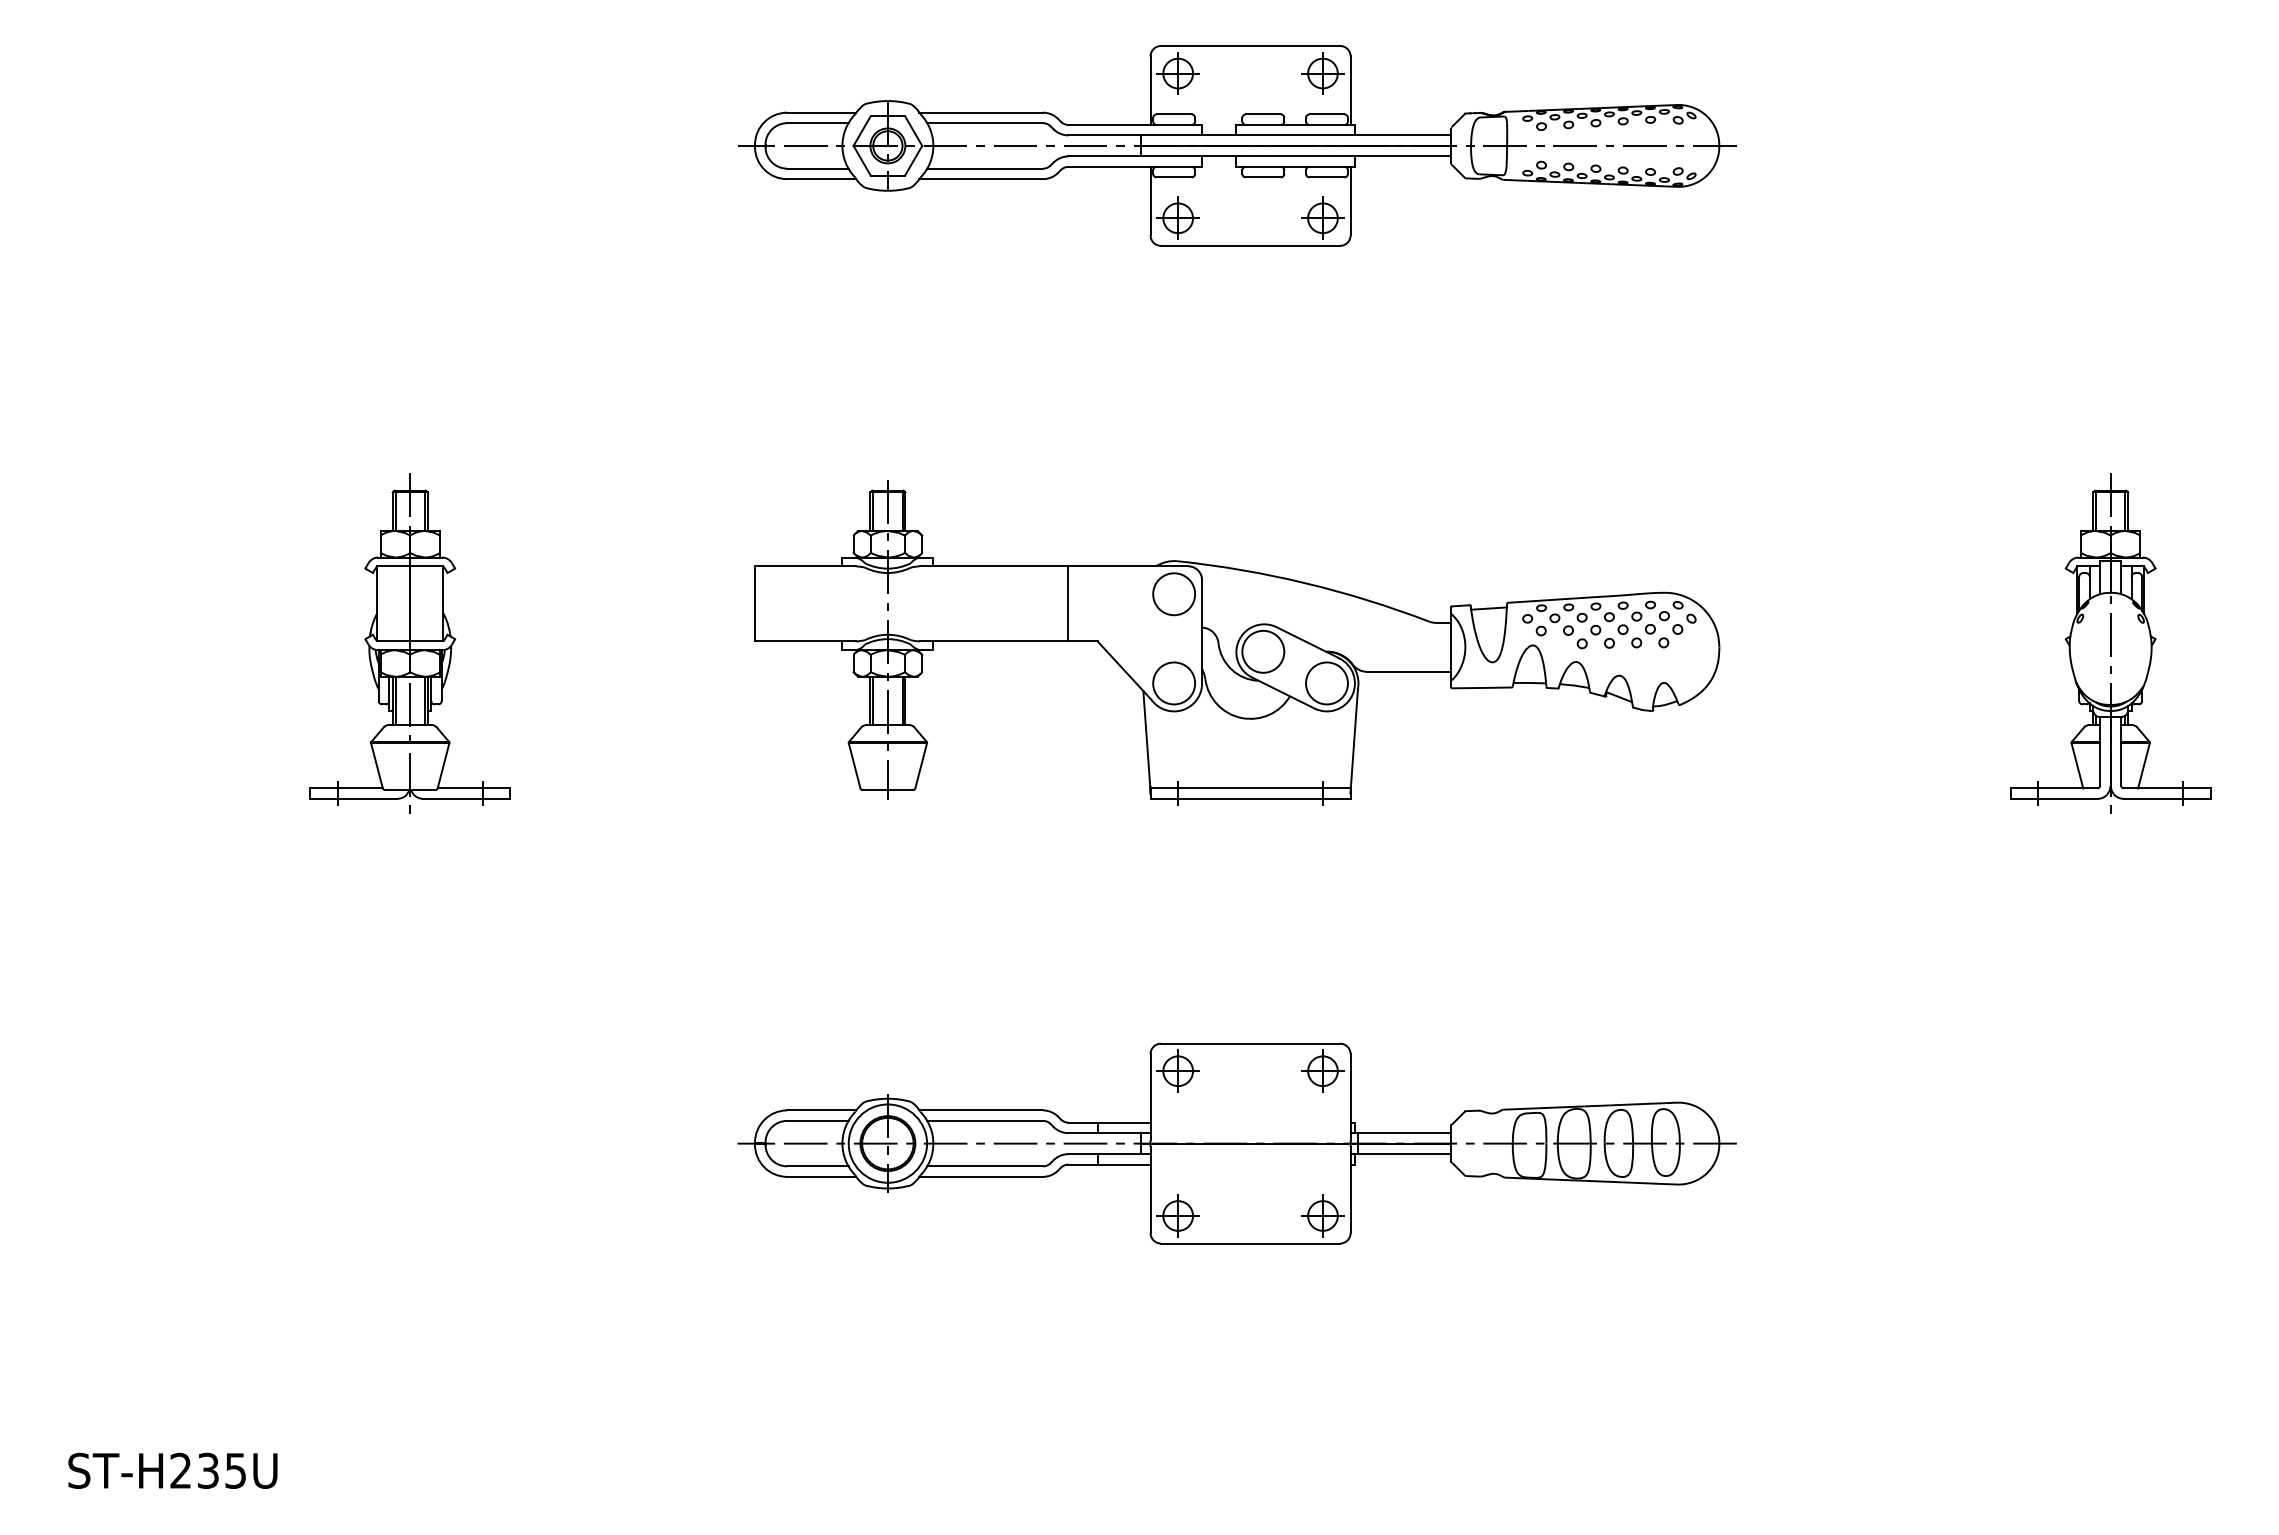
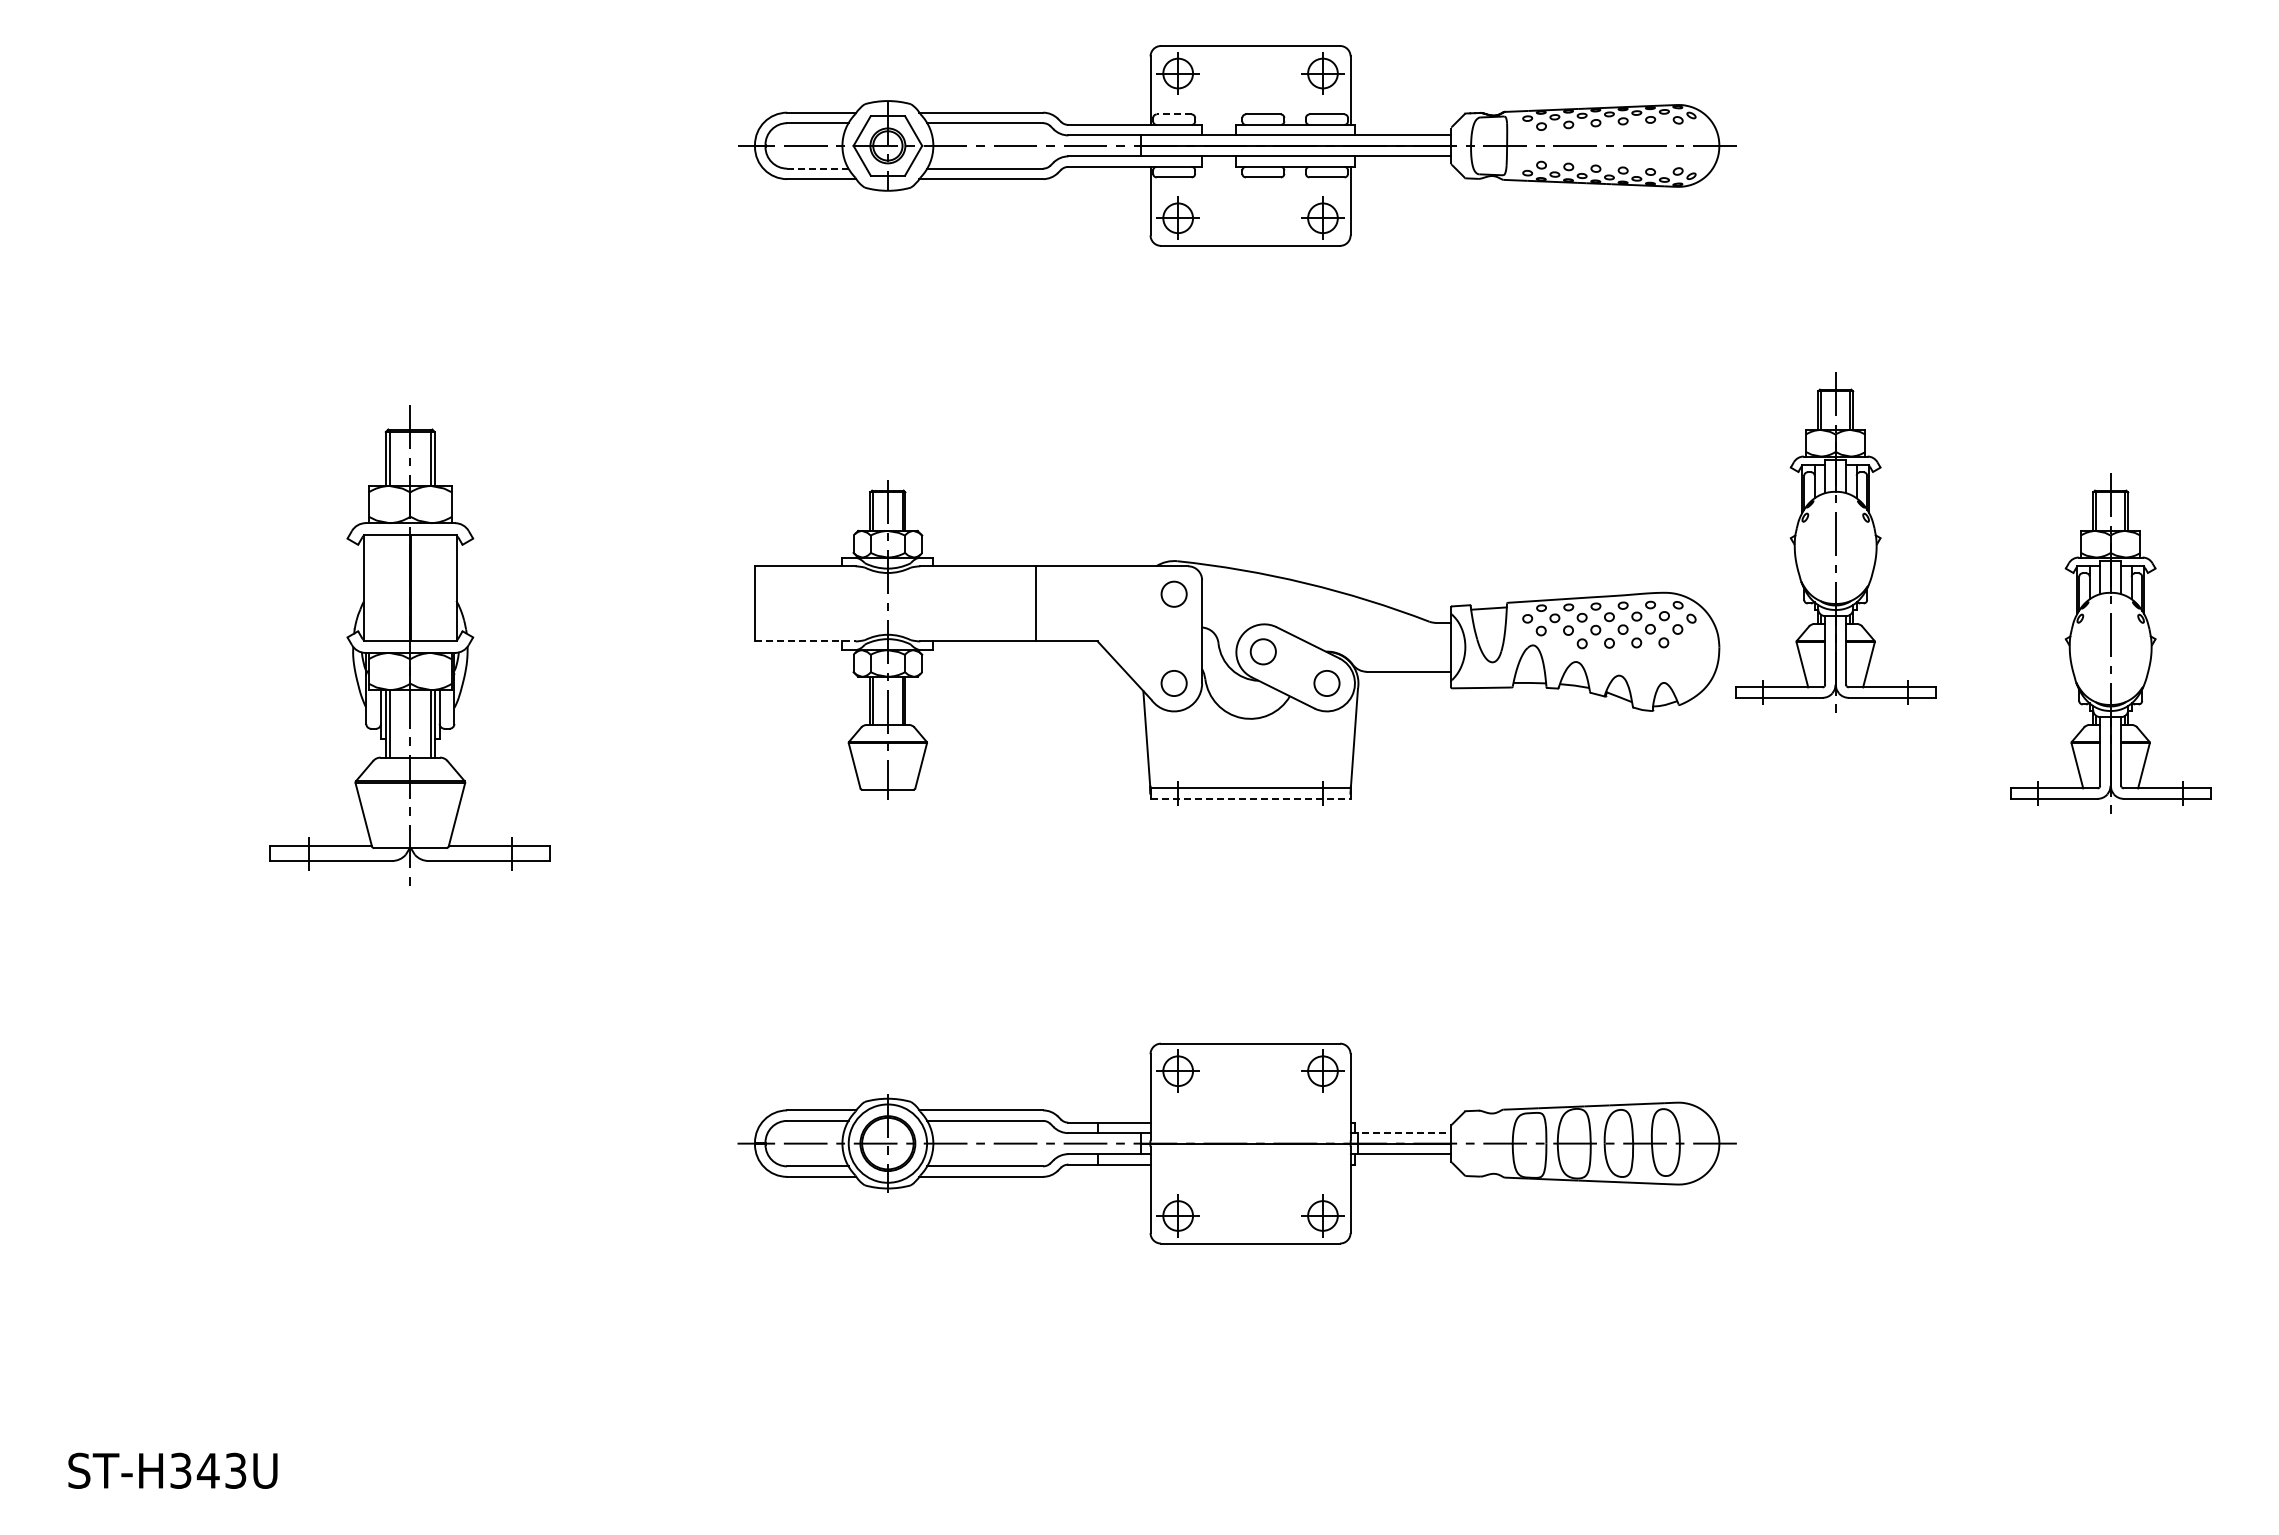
line at (1173, 114): solid -> dashed
line at (817, 168): solid -> dashed
part at (1835, 542): none -> present
circle at (1174, 594) diameter: 42 px -> 25 px
line at (1068, 603) position: (1068, 603) -> (1036, 603)
line at (805, 641): solid -> dashed
part at (409, 643) size: 202x341 px -> 282x481 px
circle at (1263, 651) diameter: 42 px -> 25 px
circle at (1174, 683) diameter: 42 px -> 25 px
circle at (1326, 683) diameter: 42 px -> 25 px
line at (1251, 798): solid -> dashed
line at (1401, 1133): solid -> dashed
text at (208, 1470): ST-H235U -> ST-H343U
